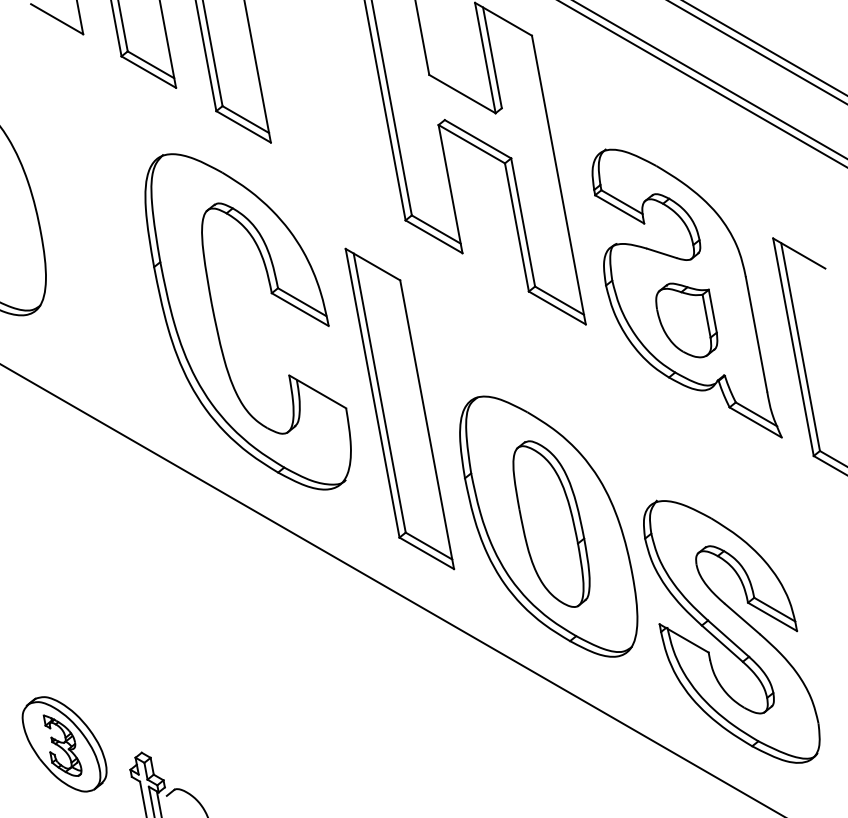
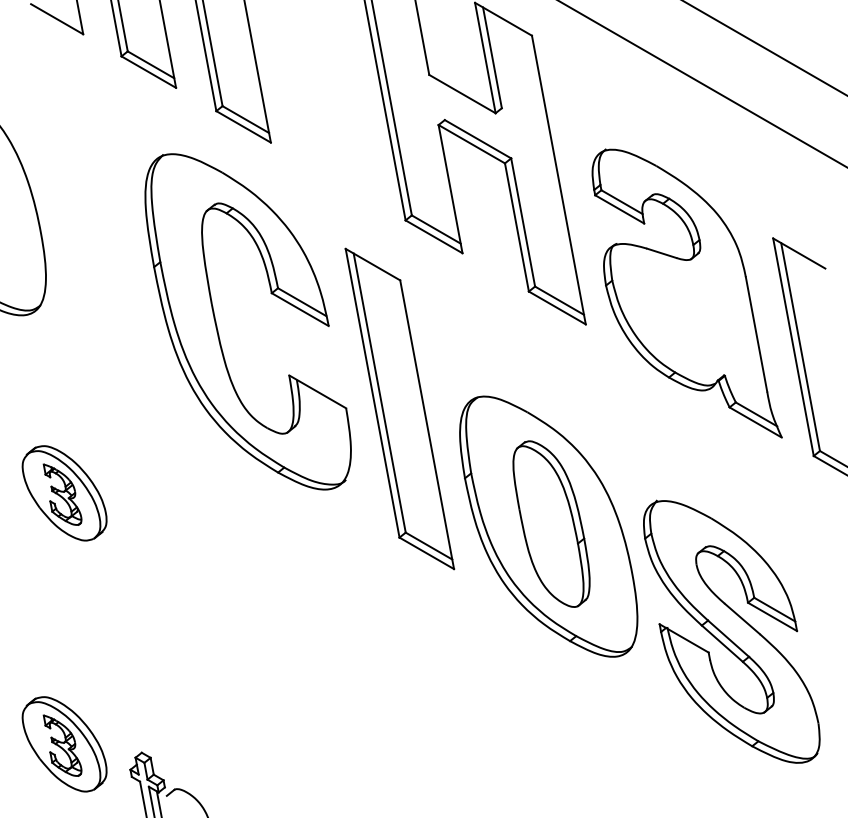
line at (757, 52): present -> none
line at (709, 79): present -> none
part at (686, 320): present -> none
part at (64, 493): none -> present
line at (391, 589): present -> none
